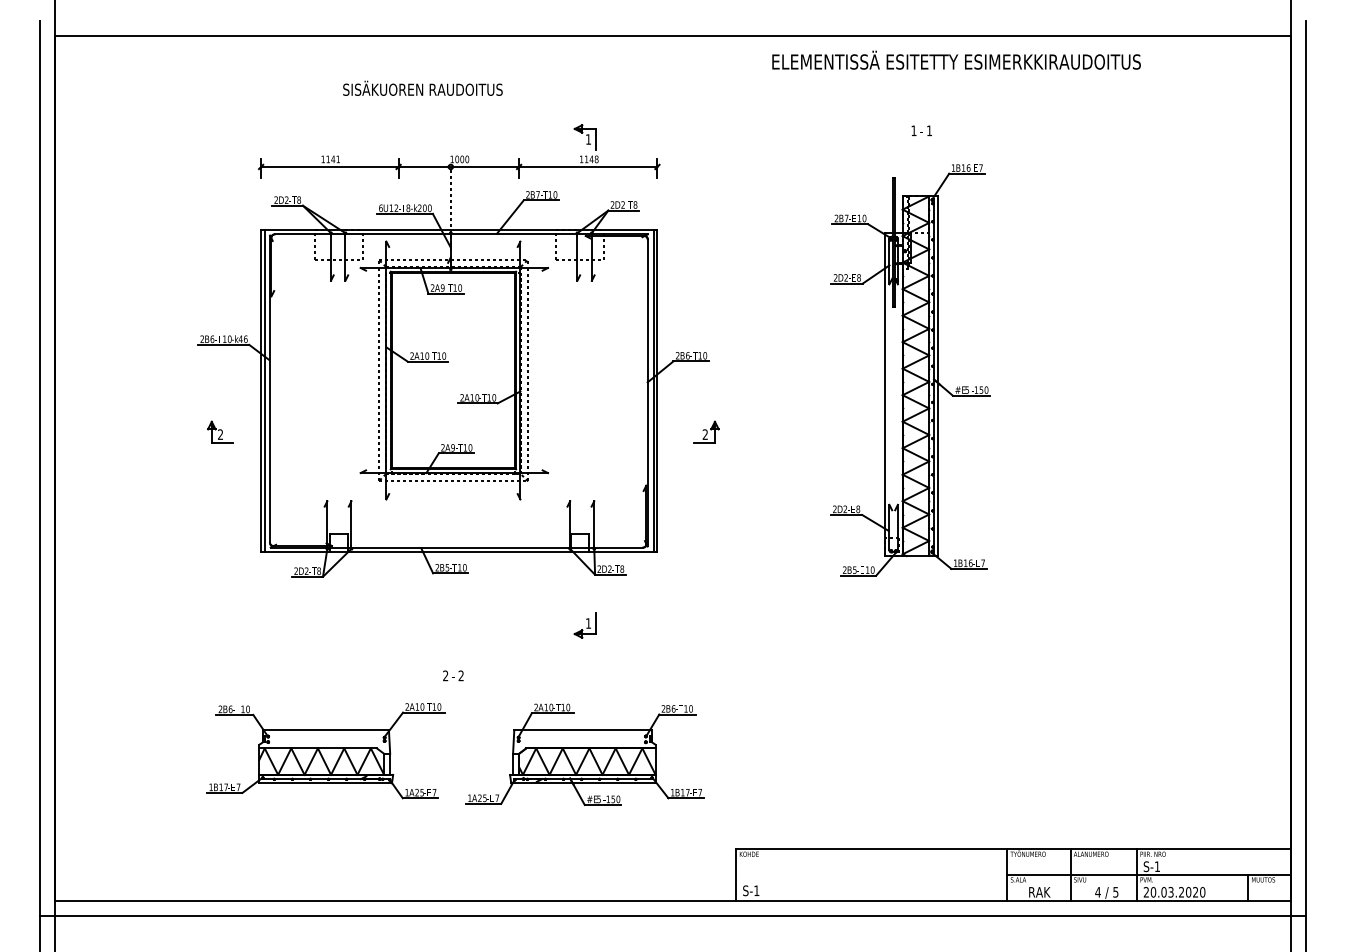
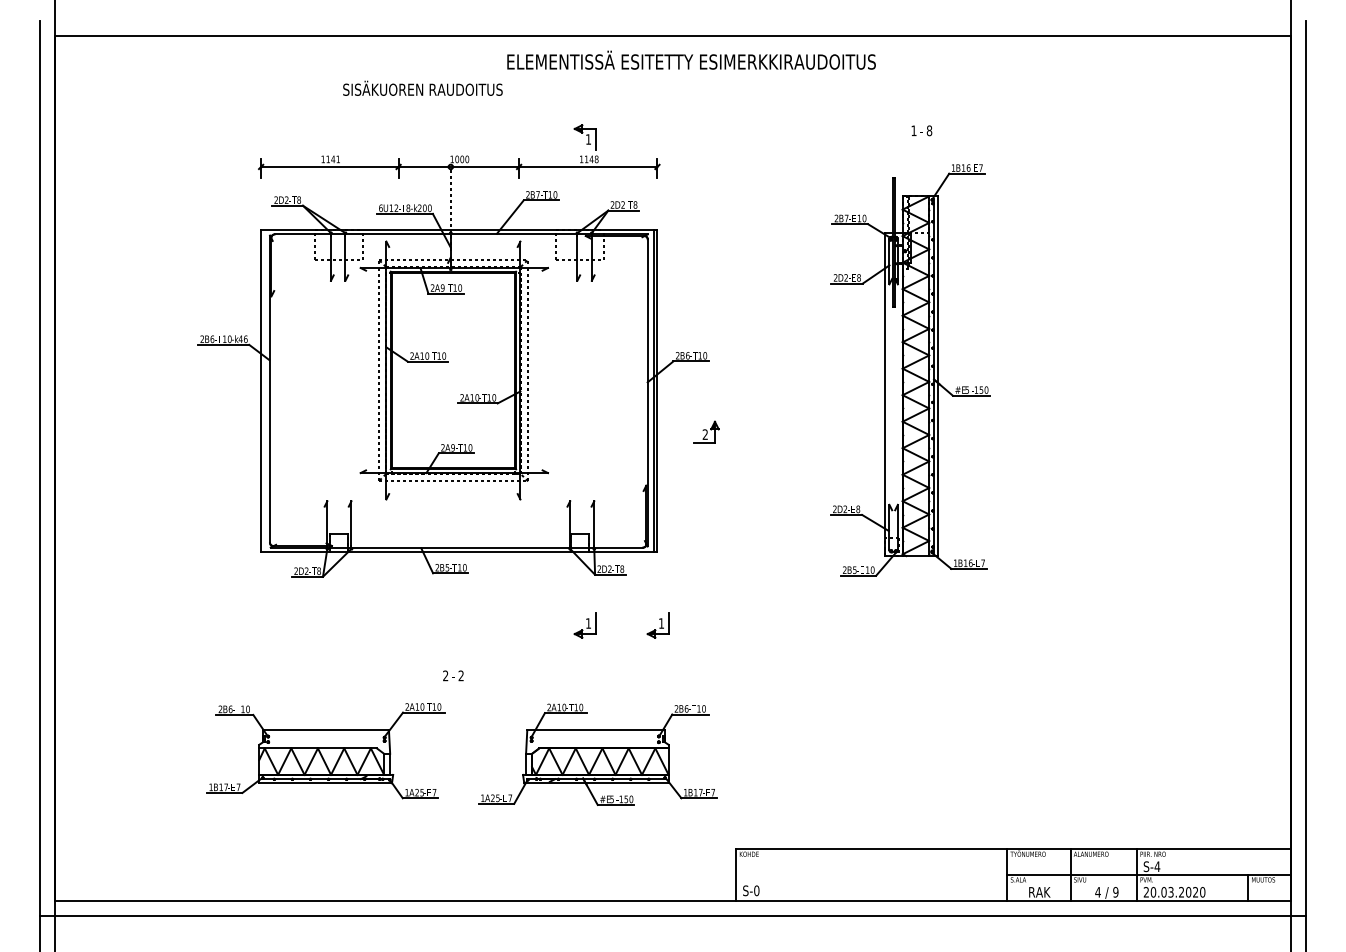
text at (956, 59) position: (956, 59) -> (691, 59)
text at (929, 130): 1 -> 8
line at (264, 390): present -> none
part at (220, 431): present -> none
part at (657, 625): none -> present
part at (584, 754) position: (584, 754) -> (597, 754)
text at (1157, 866): S-1 -> S-4
text at (756, 890): S-1 -> S-0
text at (1115, 892): 5 -> 9
